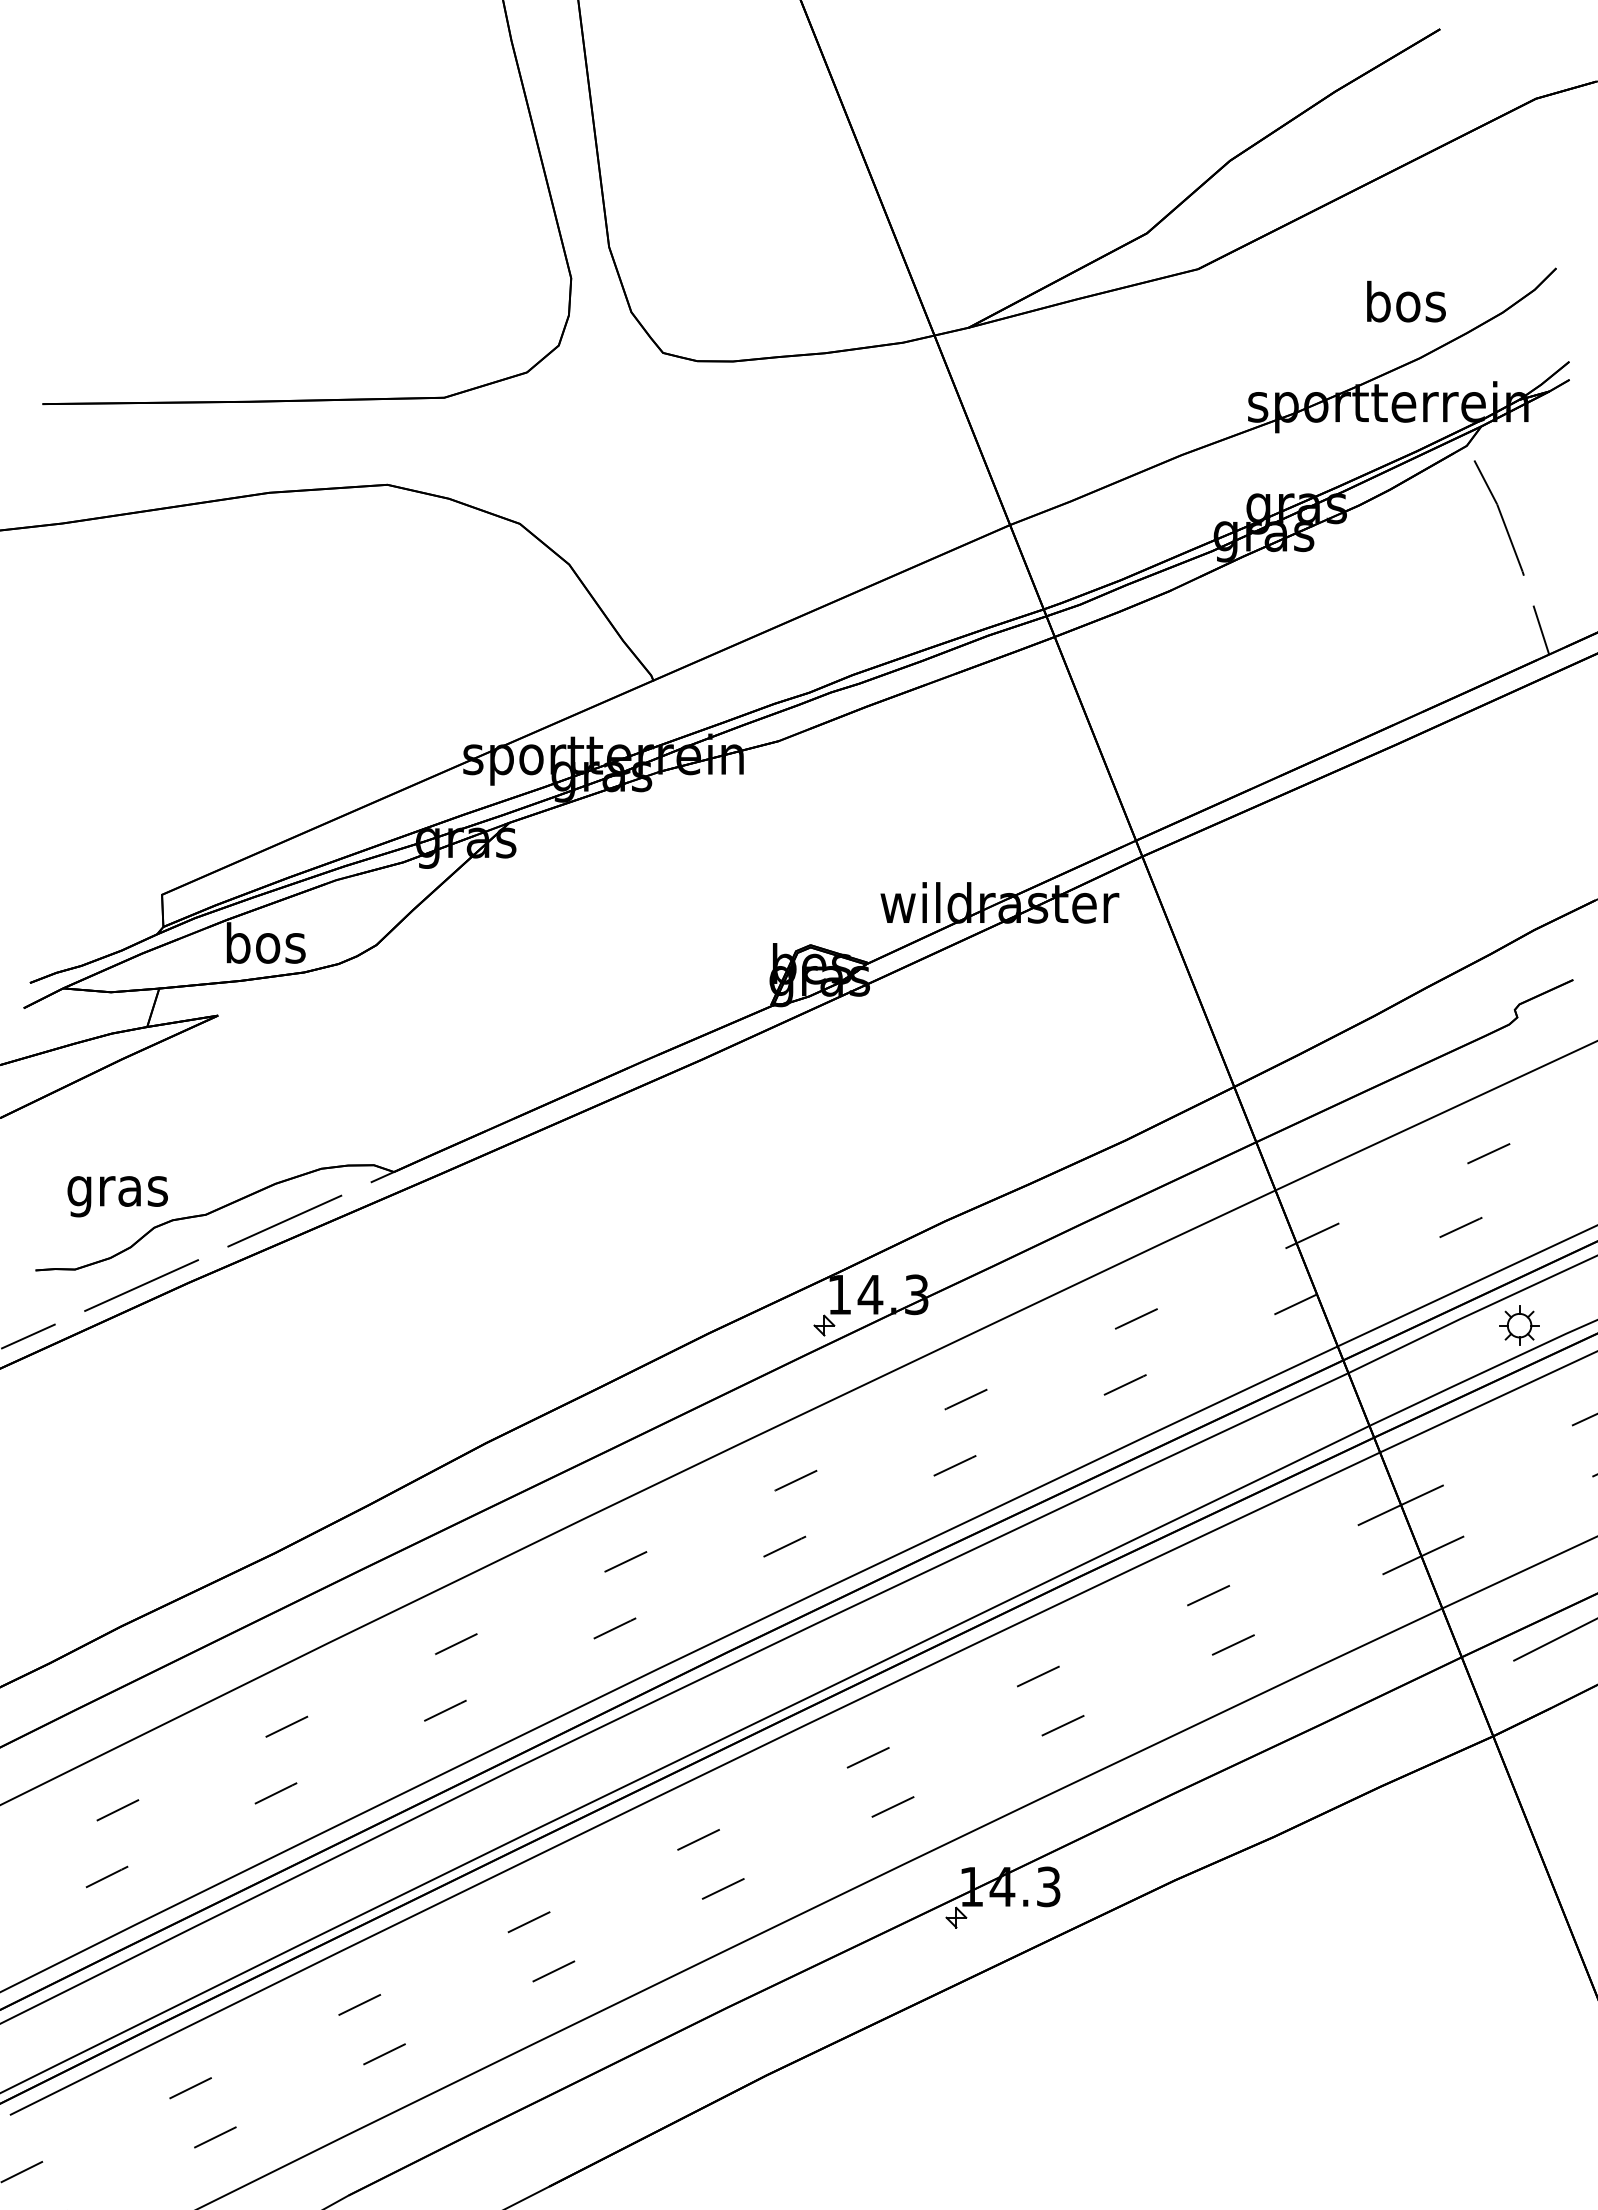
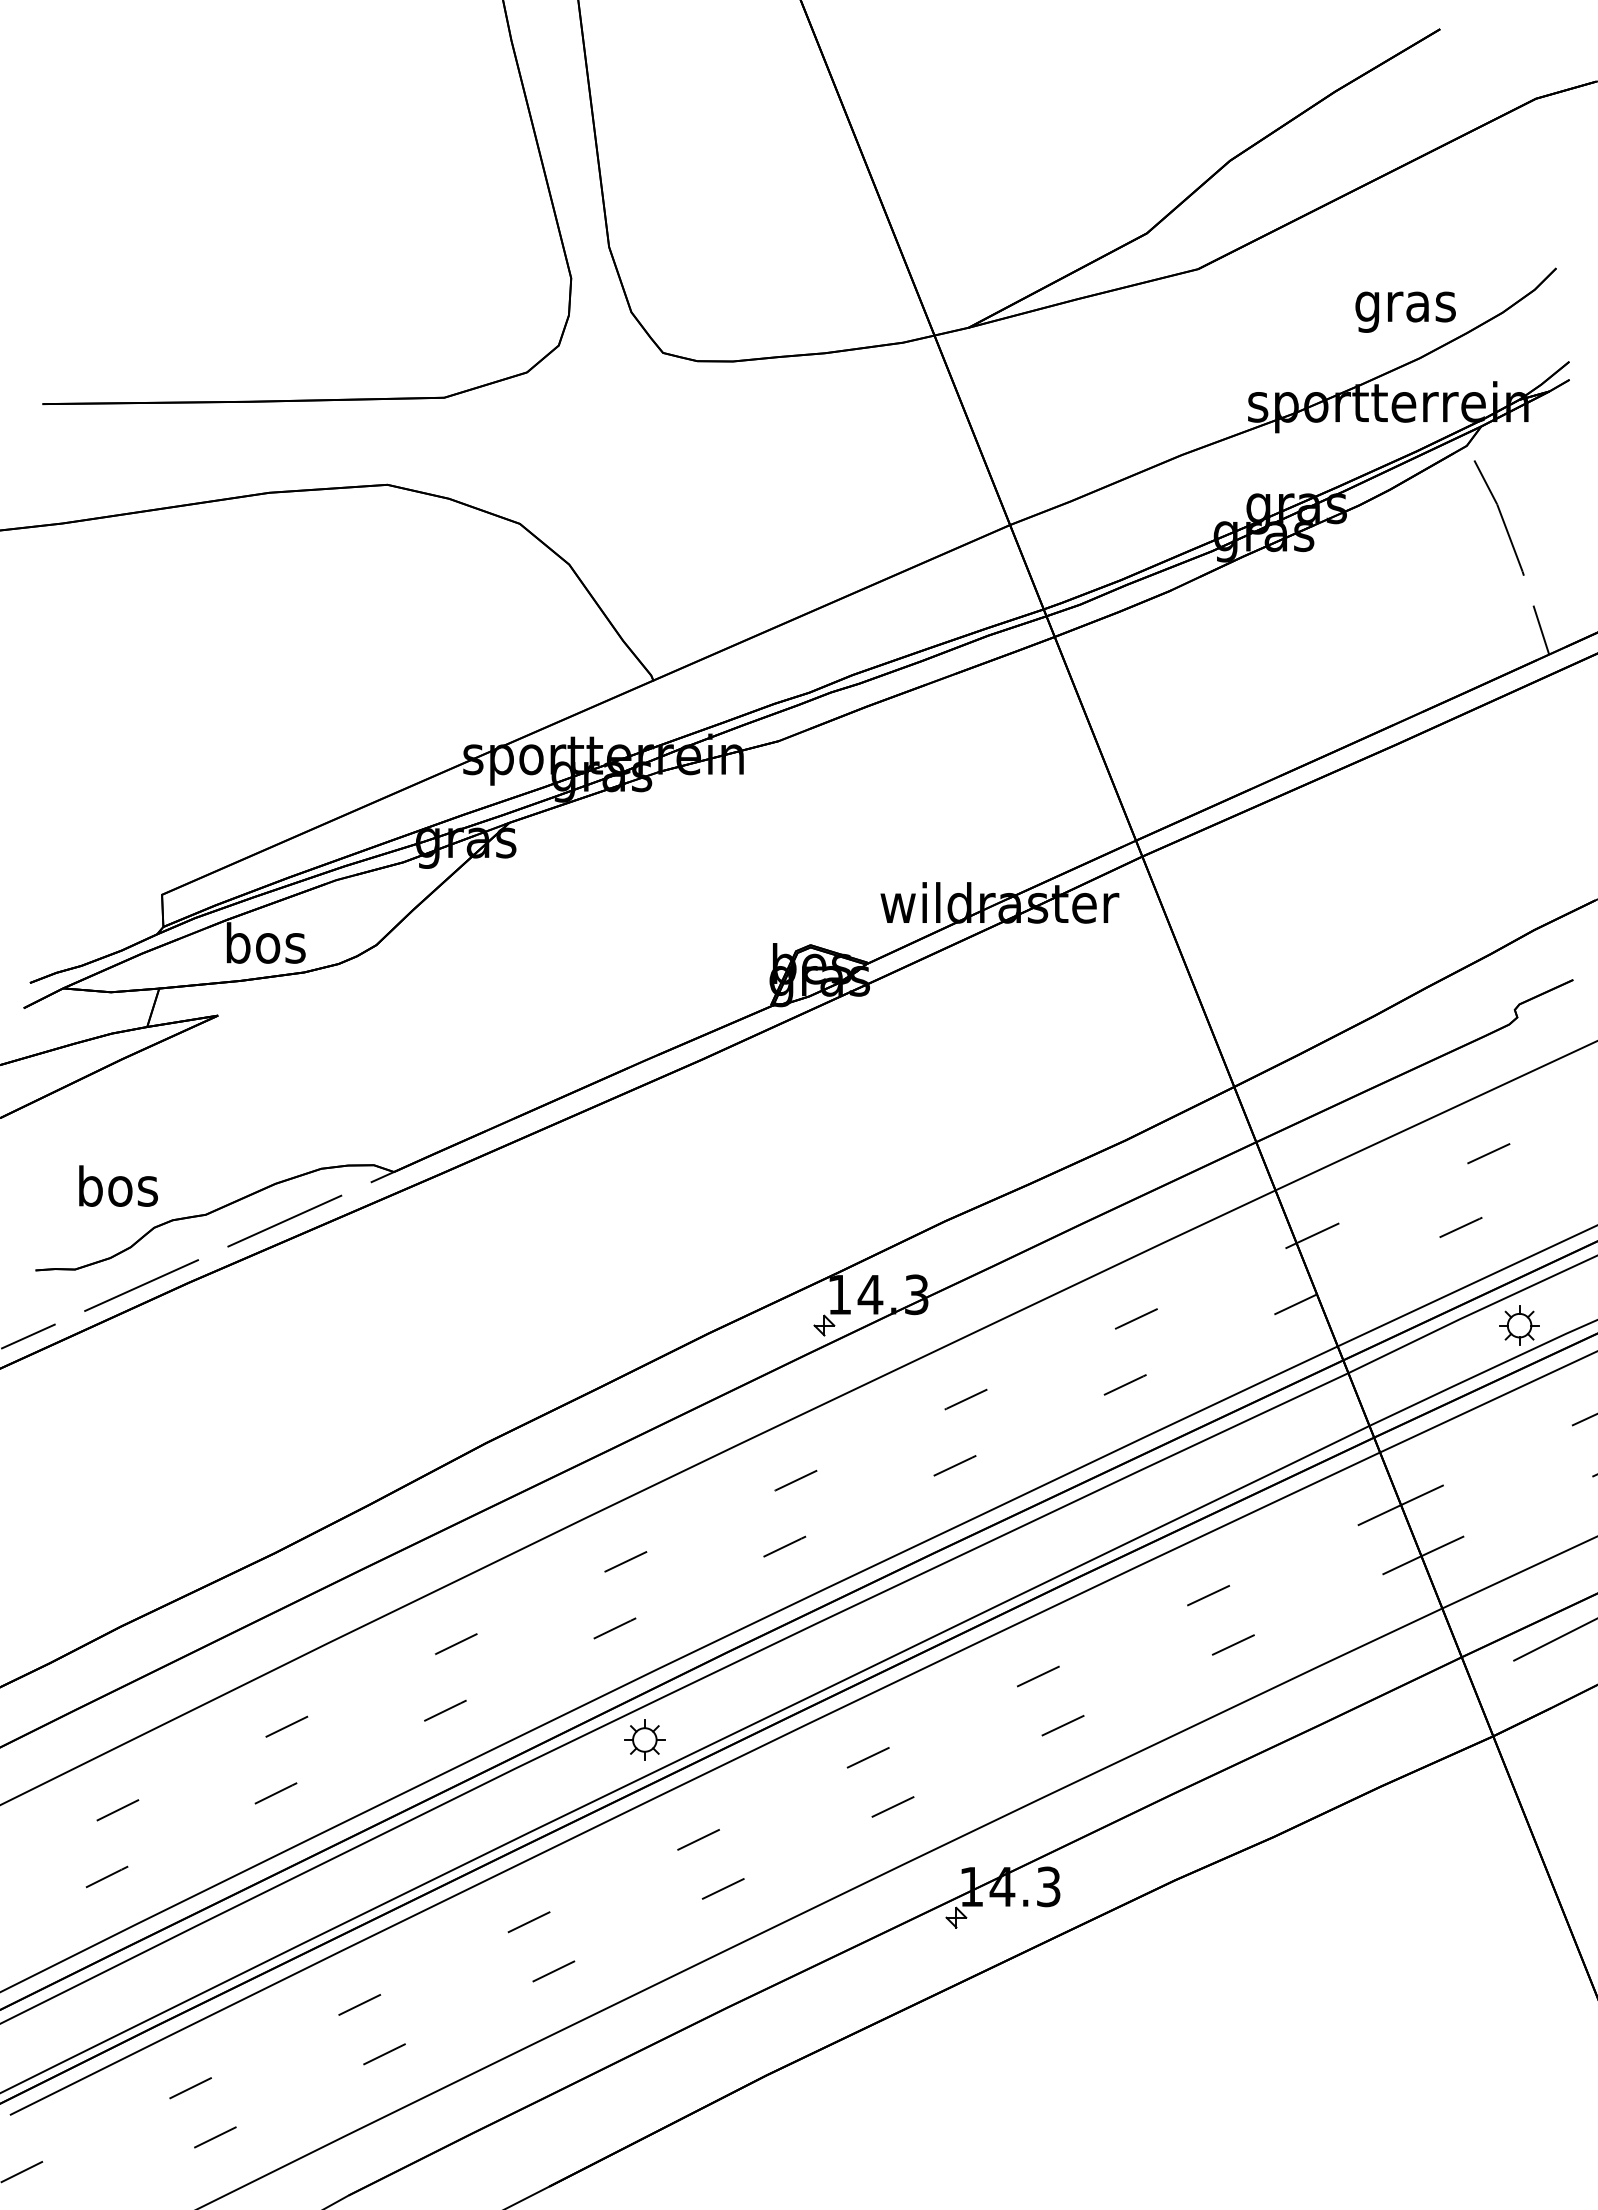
text at (1405, 306): bos -> gras
text at (117, 1191): gras -> bos
part at (644, 1739): none -> present
